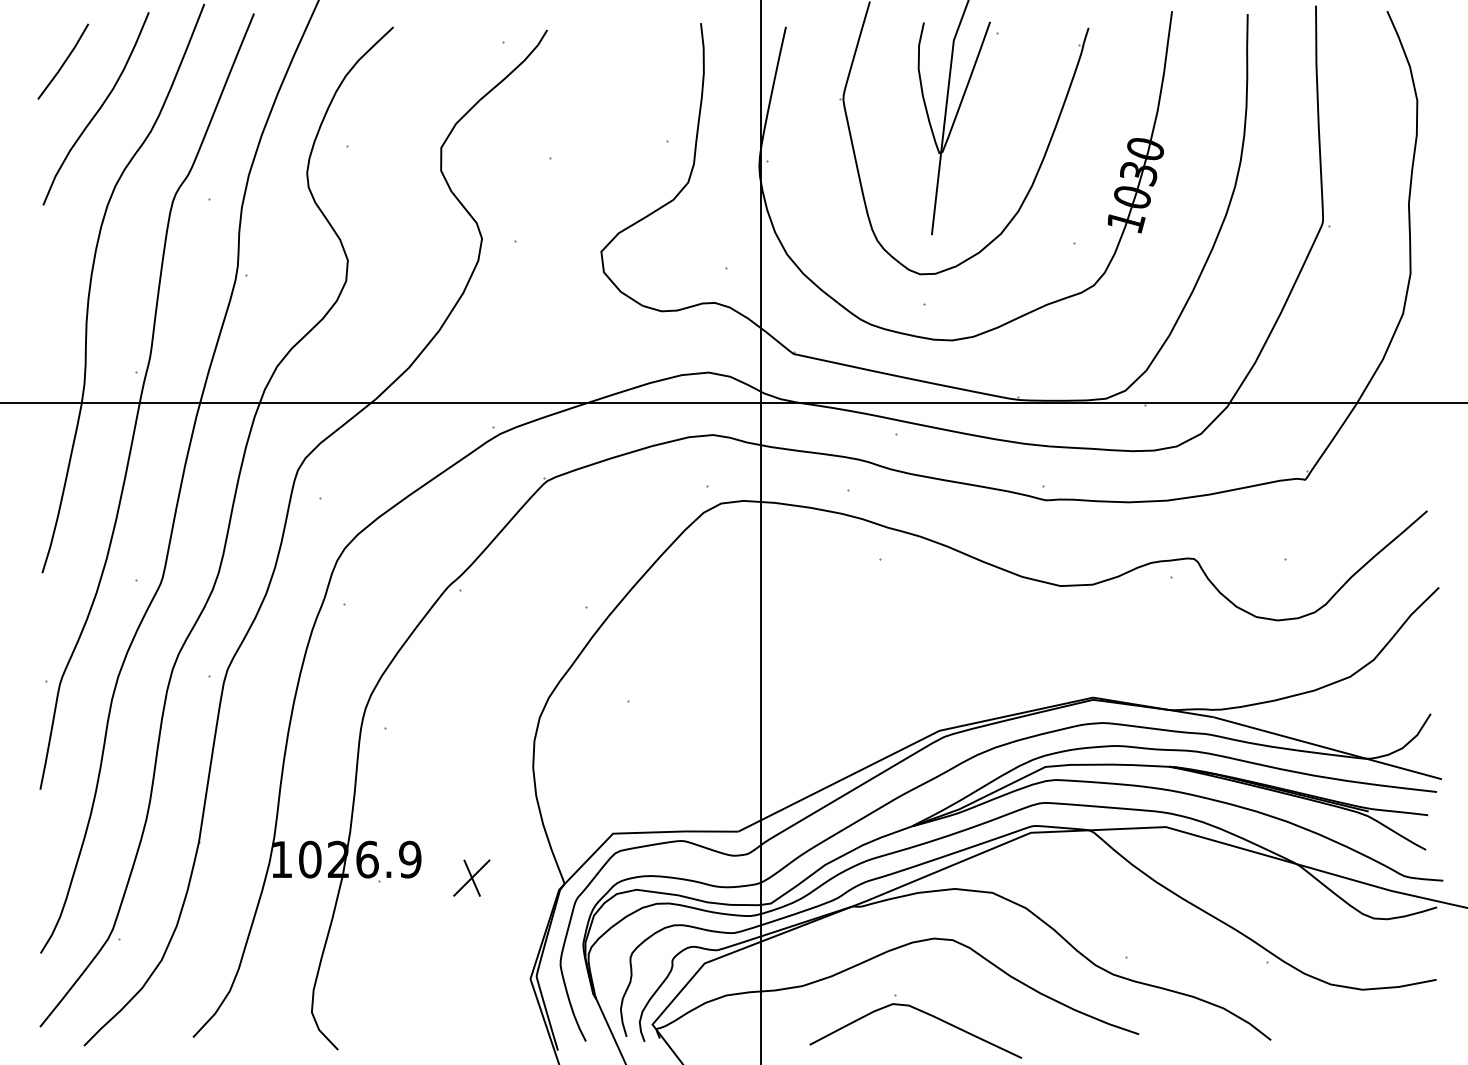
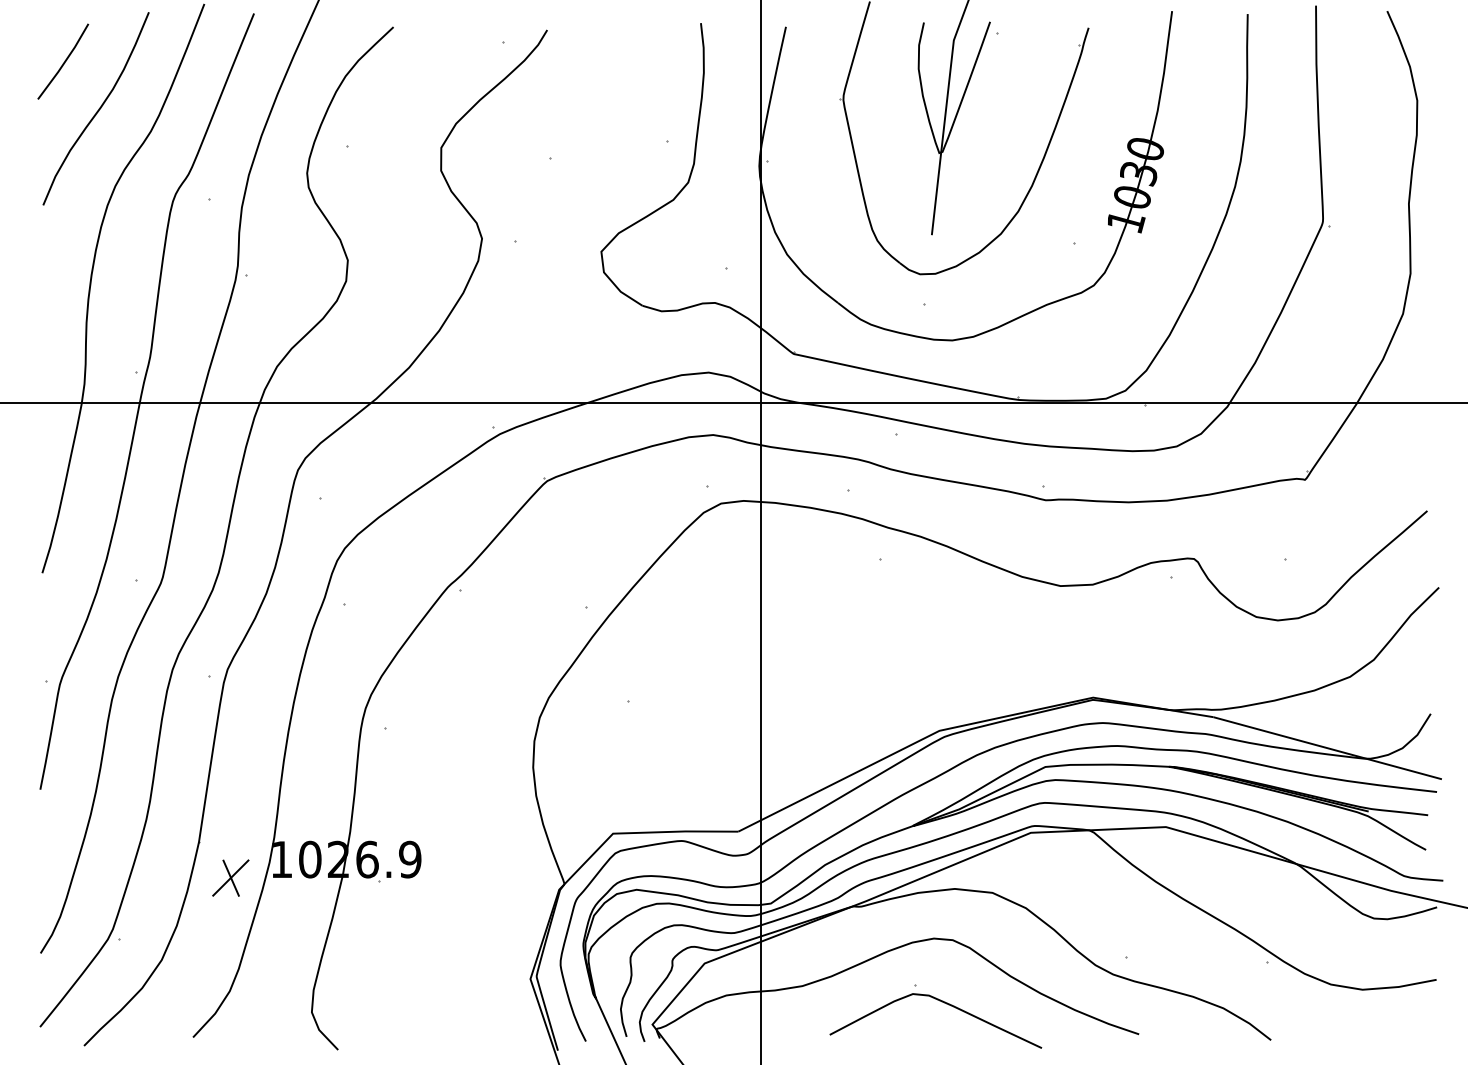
part at (471, 877) position: (471, 877) -> (230, 877)
part at (921, 1012) position: (921, 1012) -> (941, 1002)
